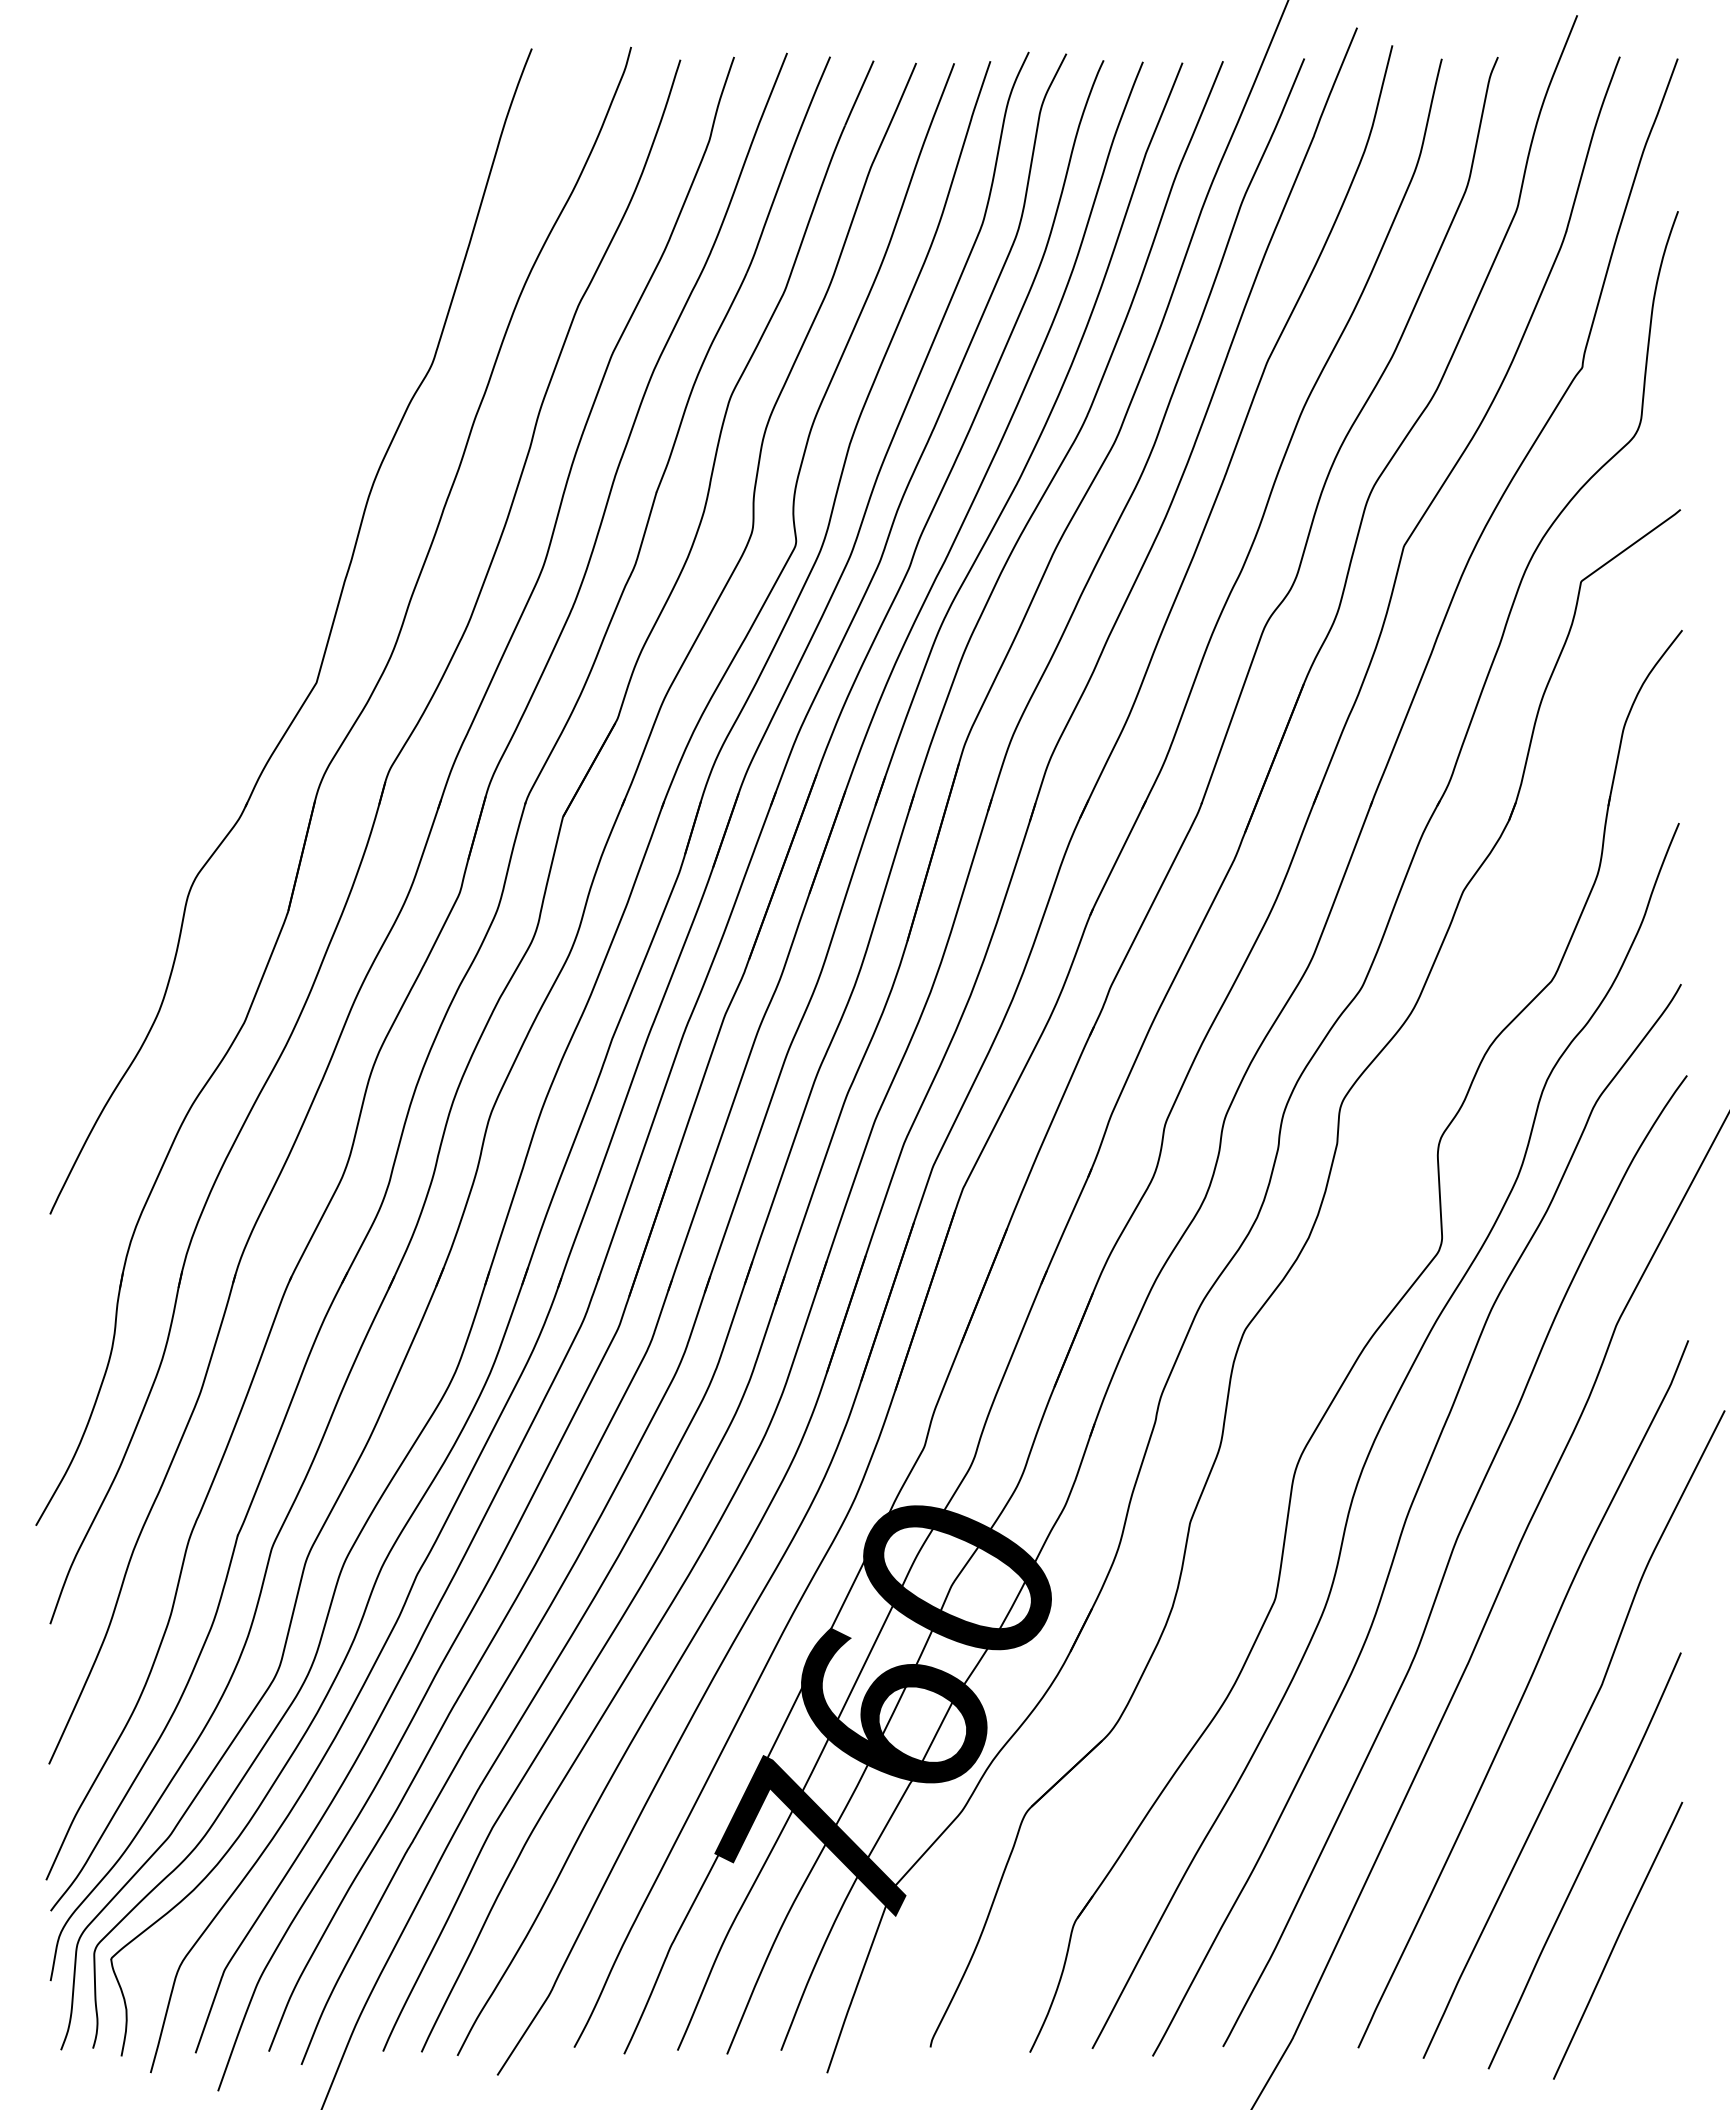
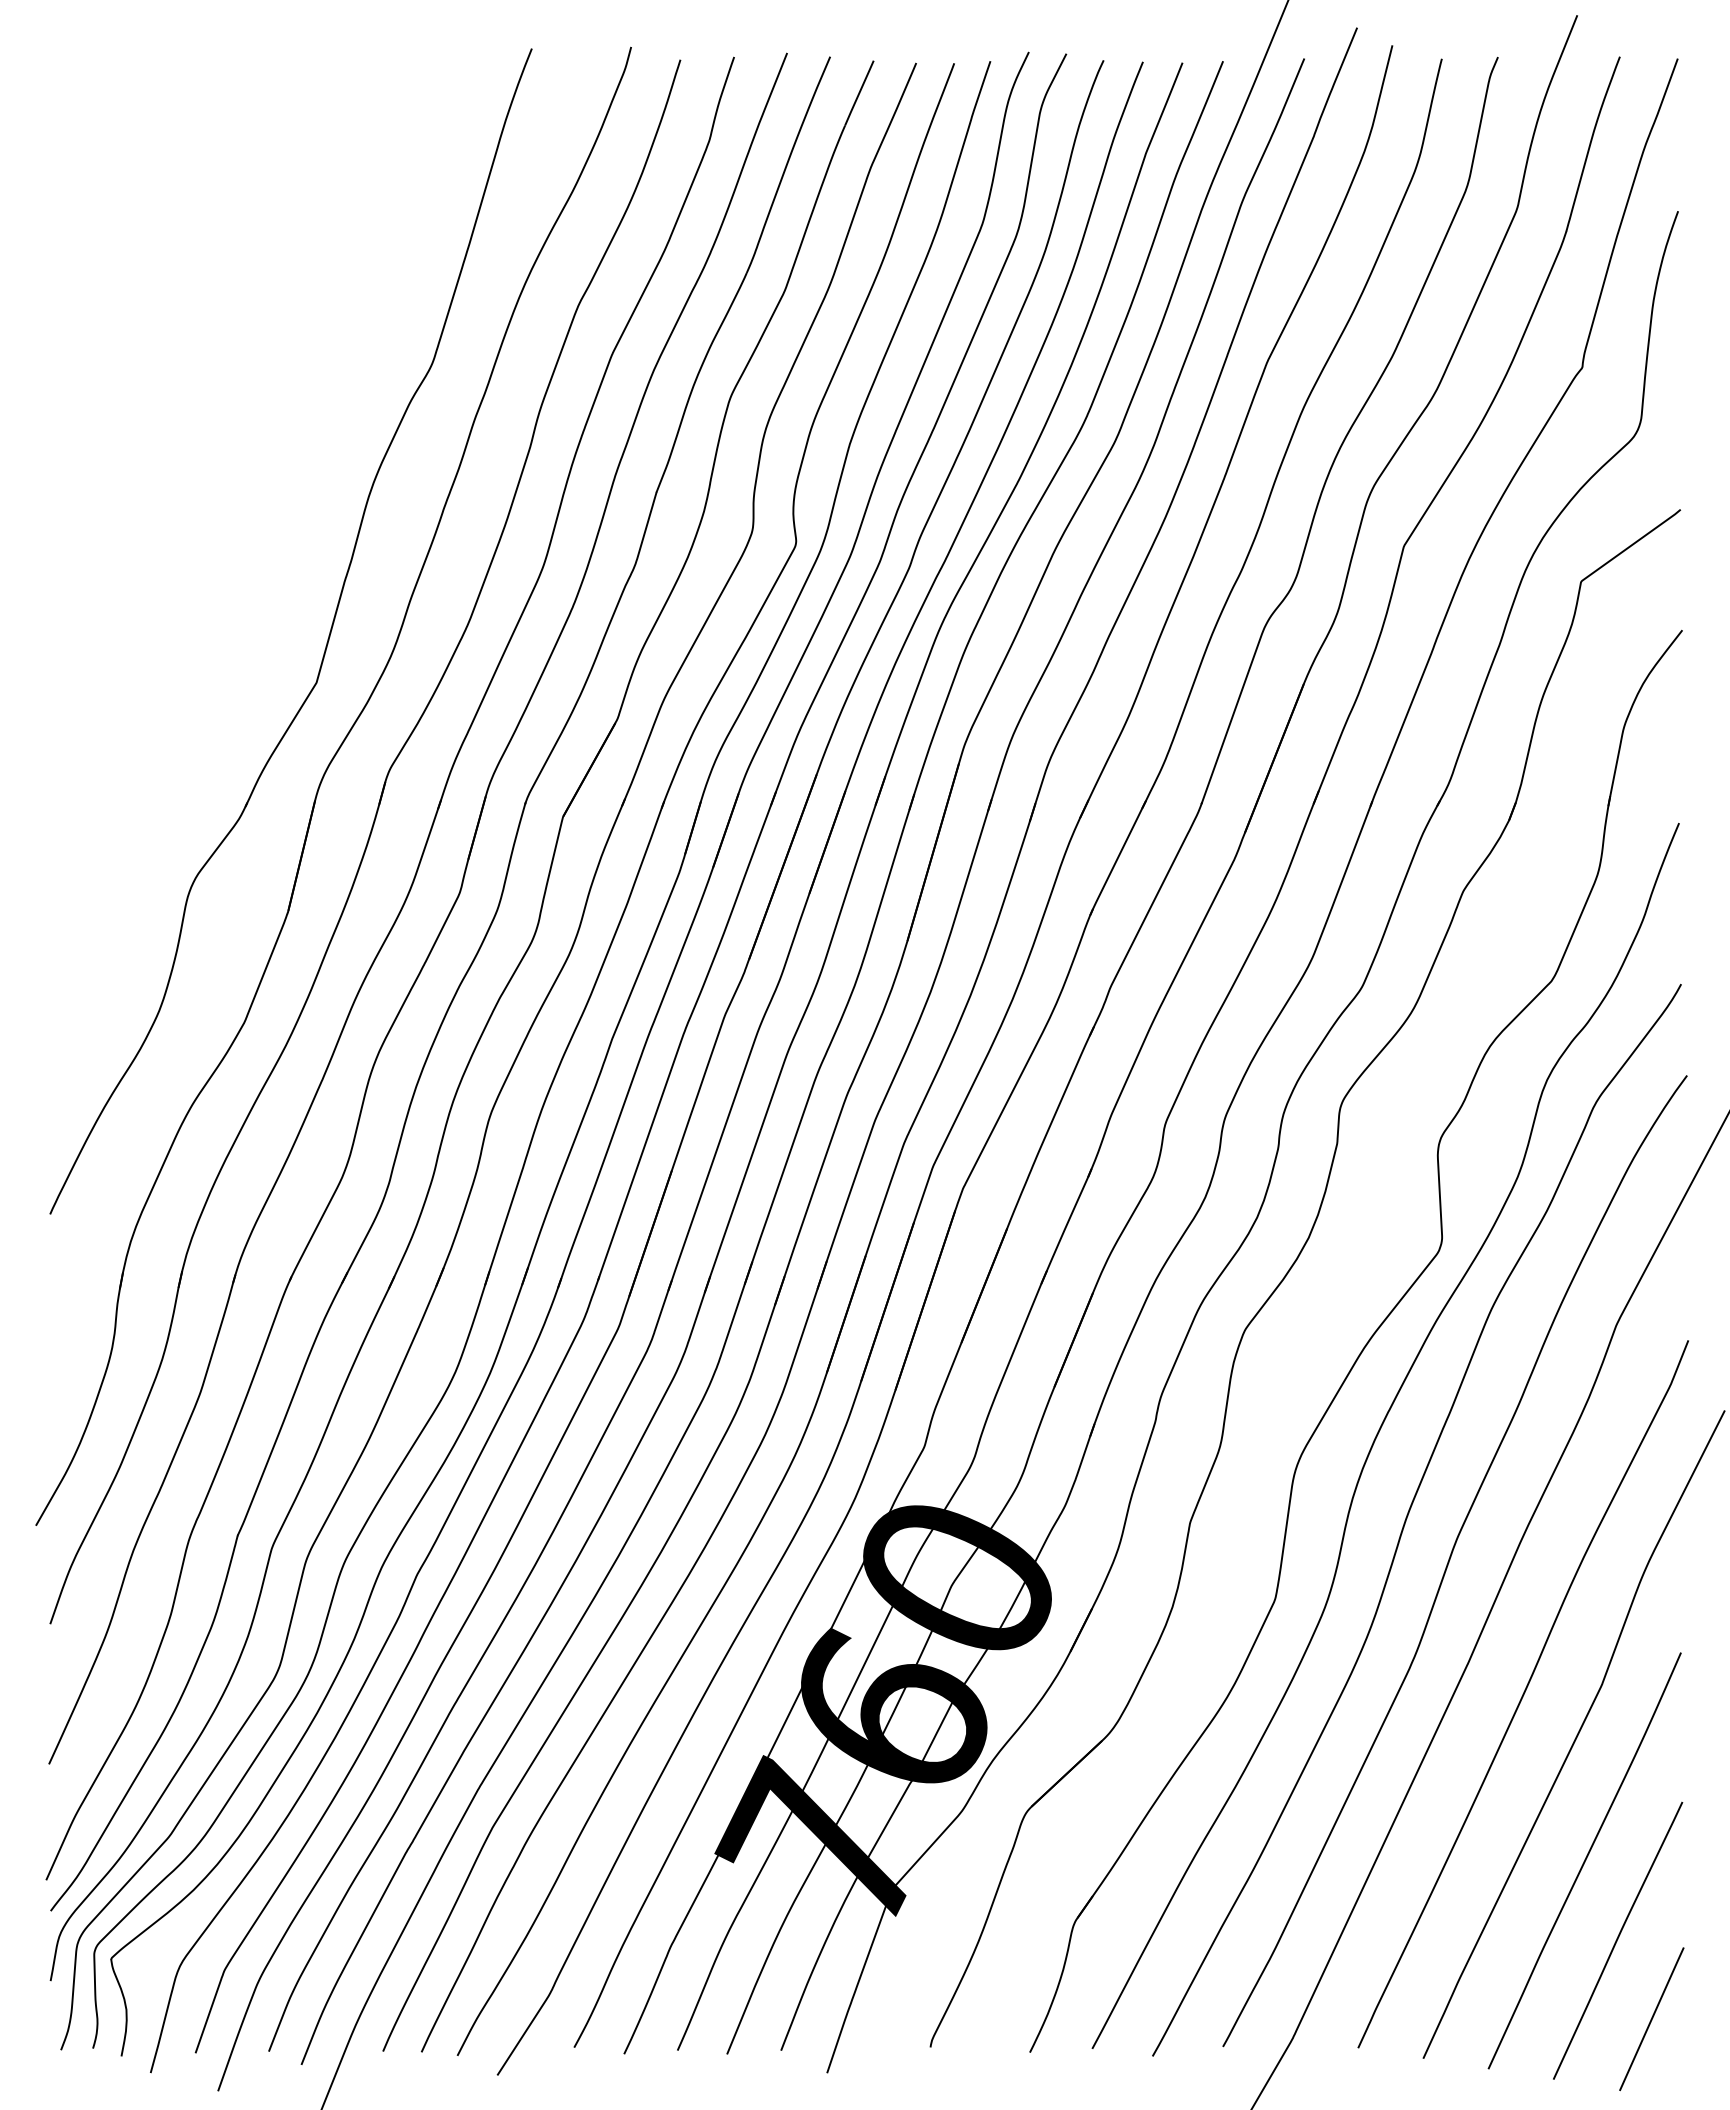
line at (1651, 2019): none -> present
